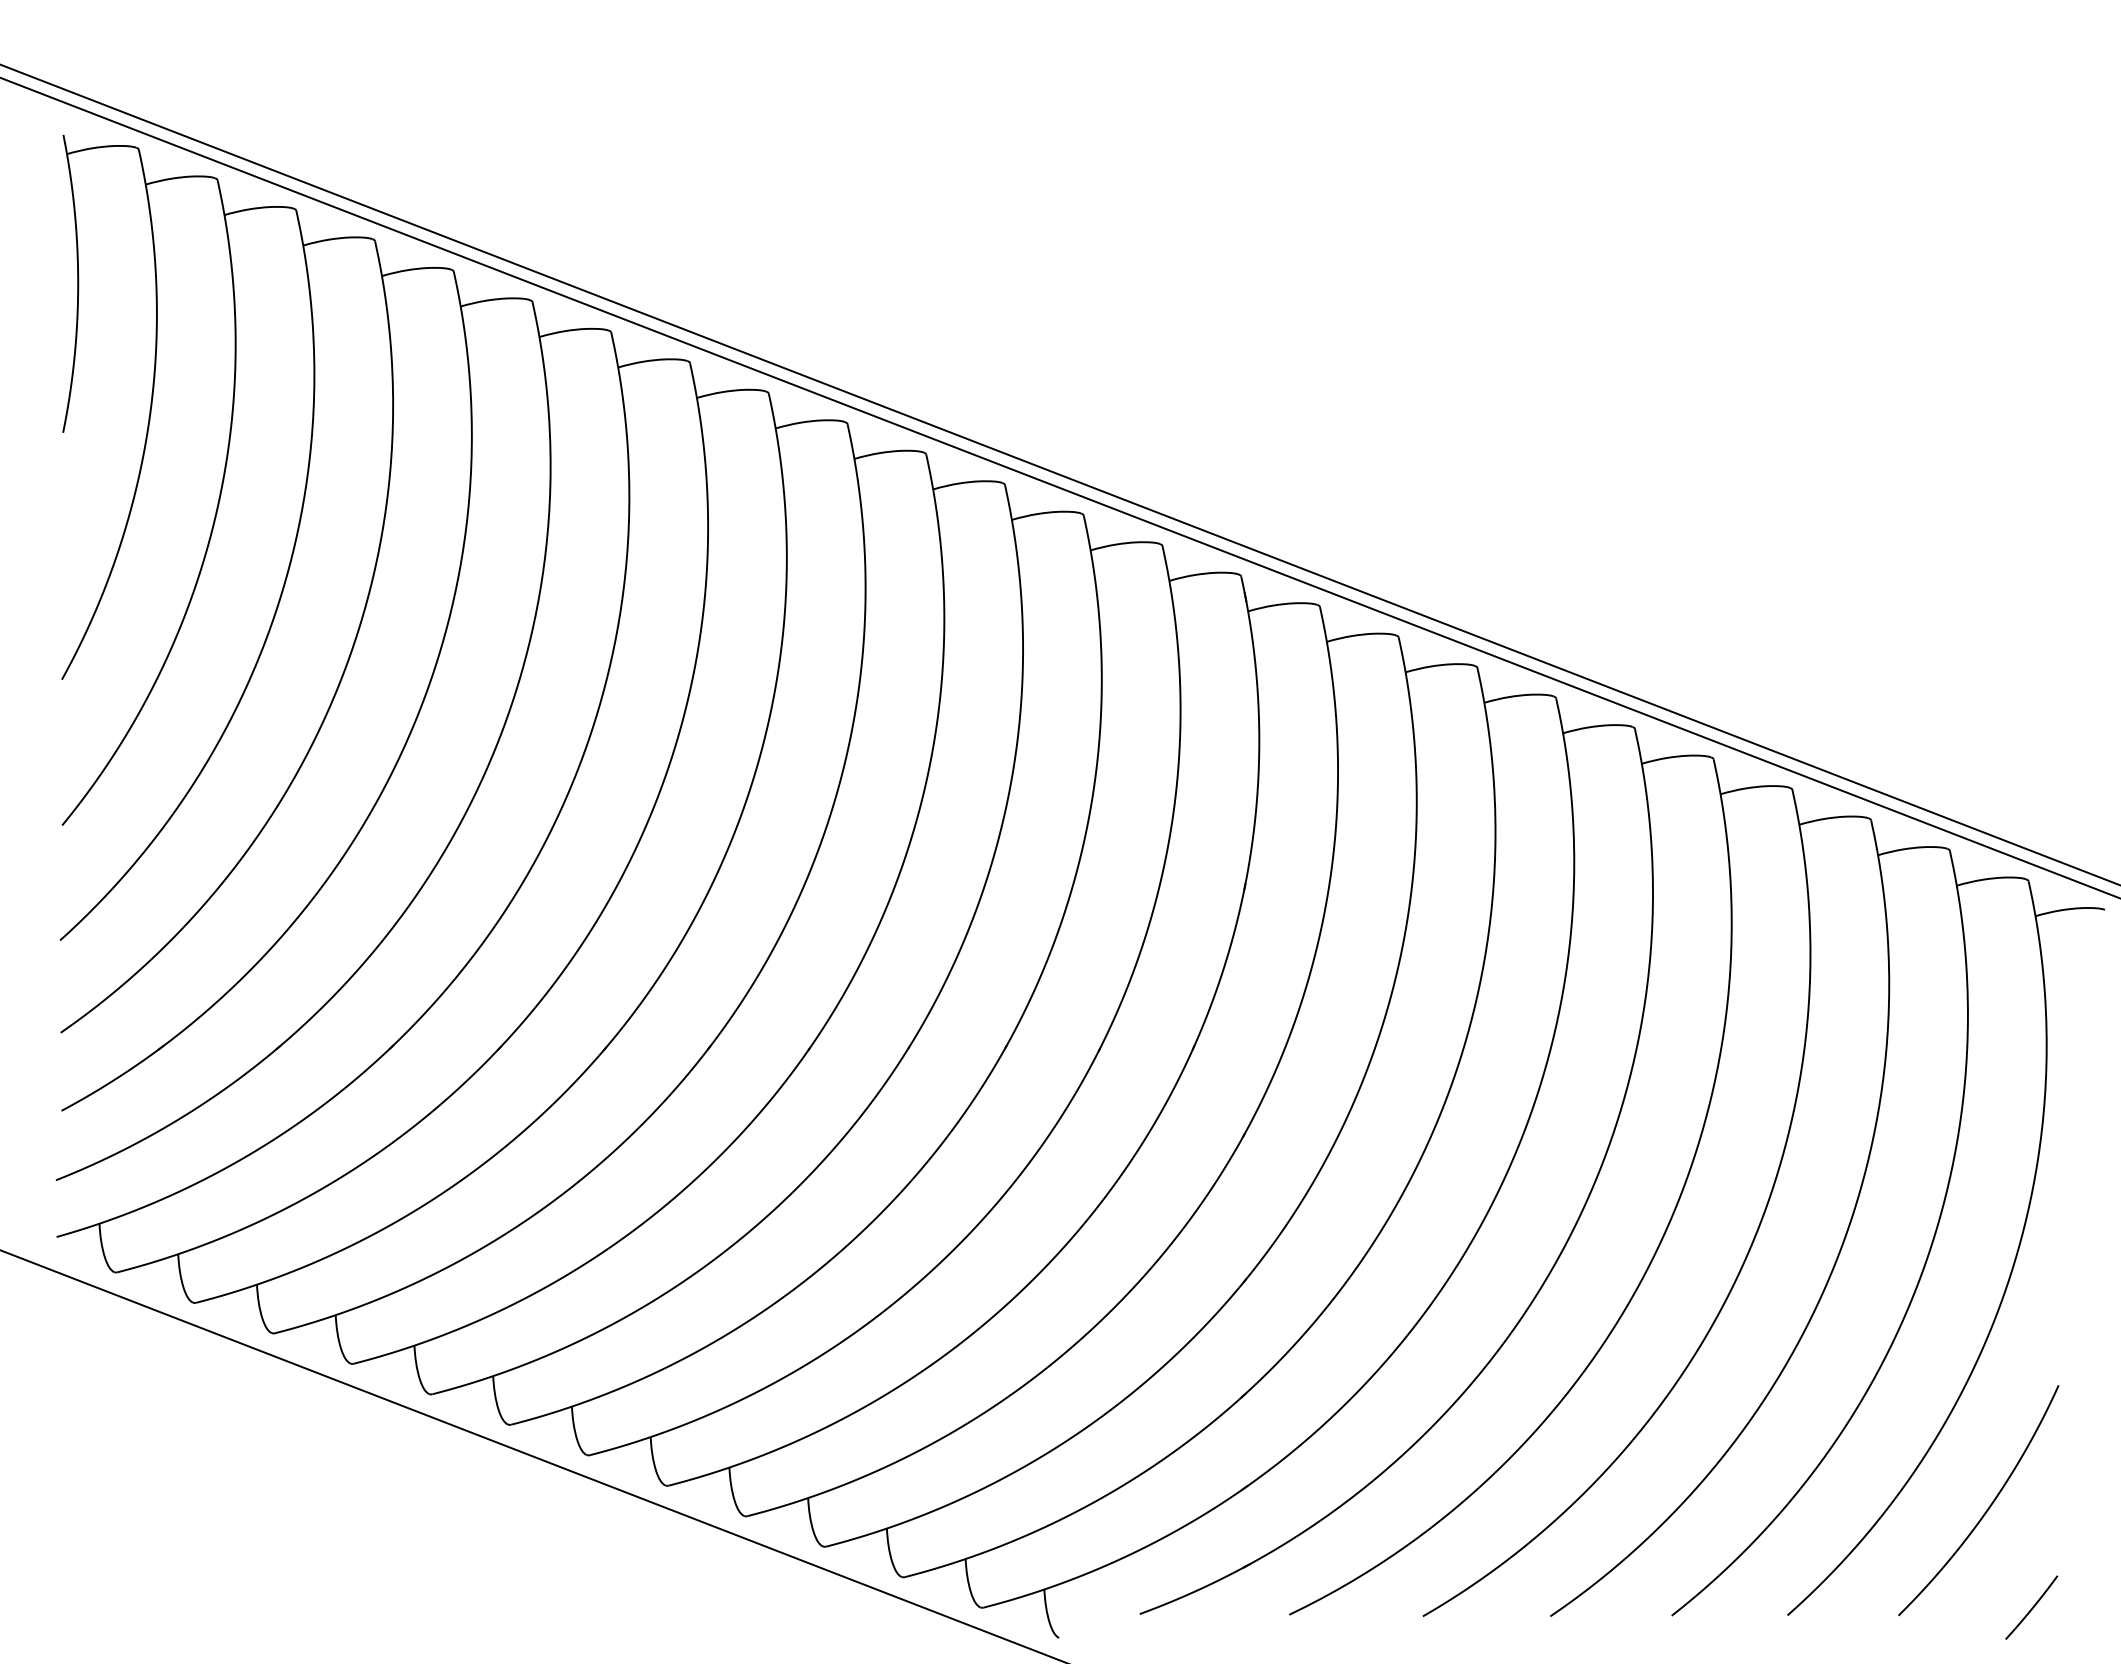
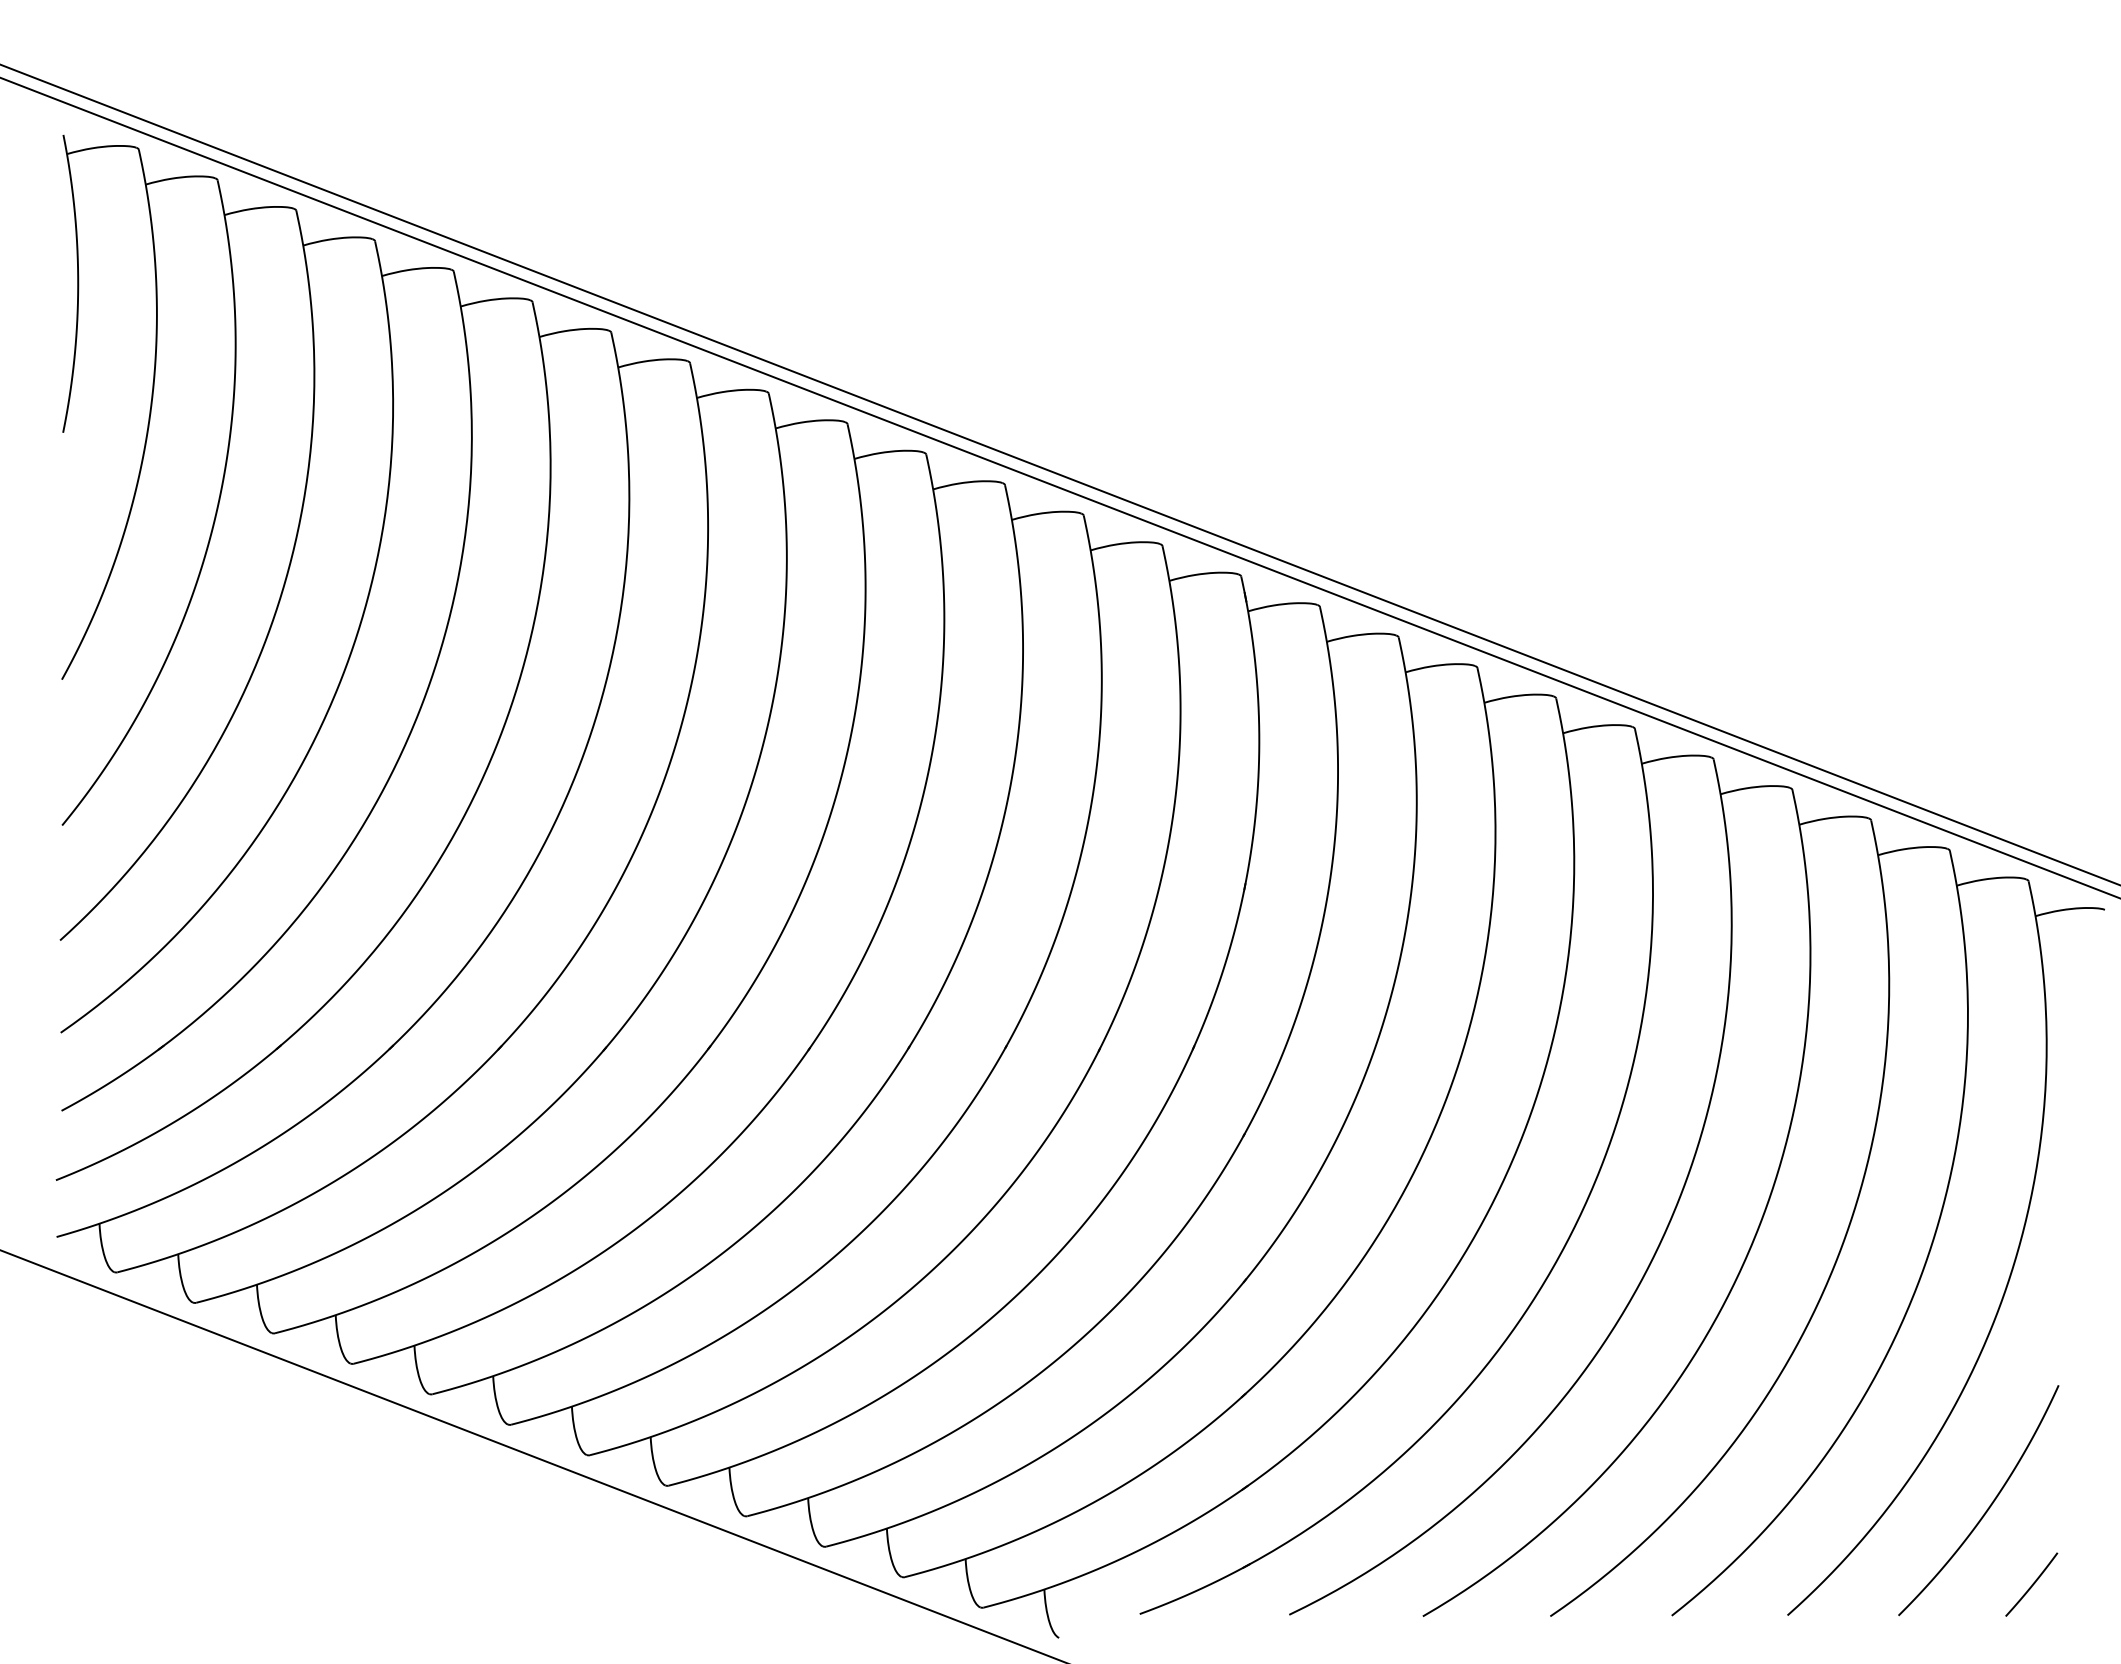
curve at (2032, 1607) position: (2032, 1607) -> (2032, 1584)
